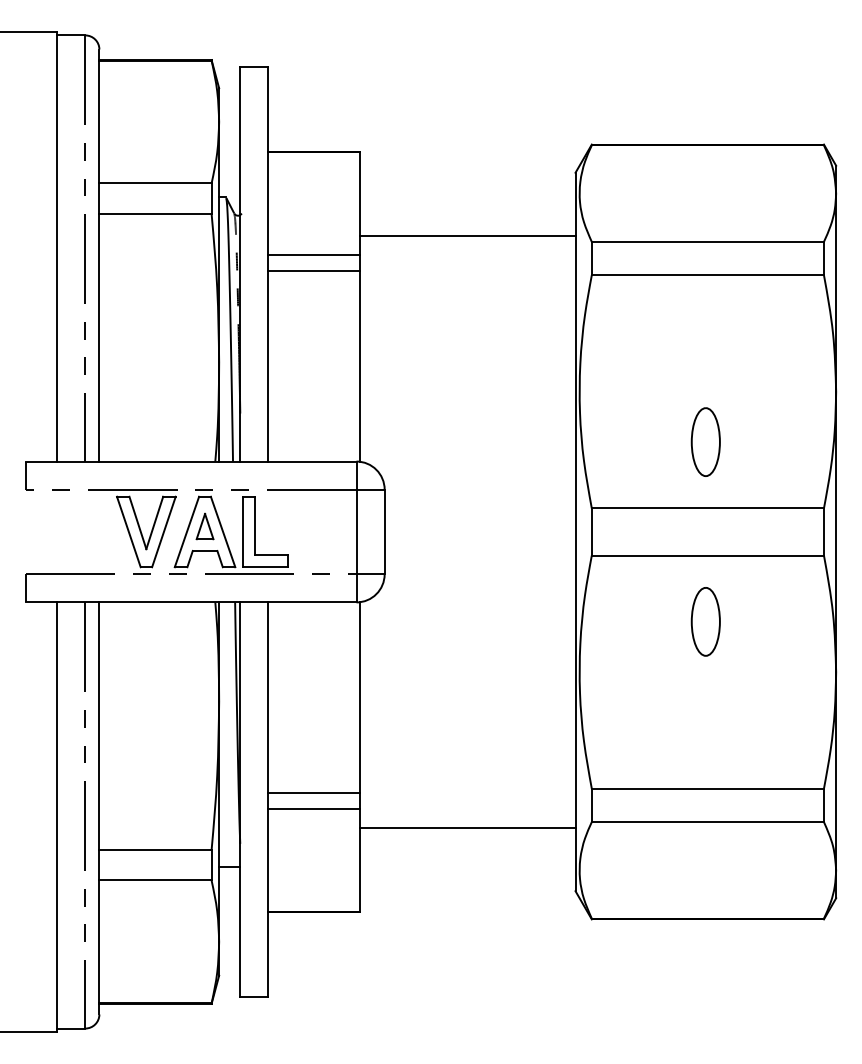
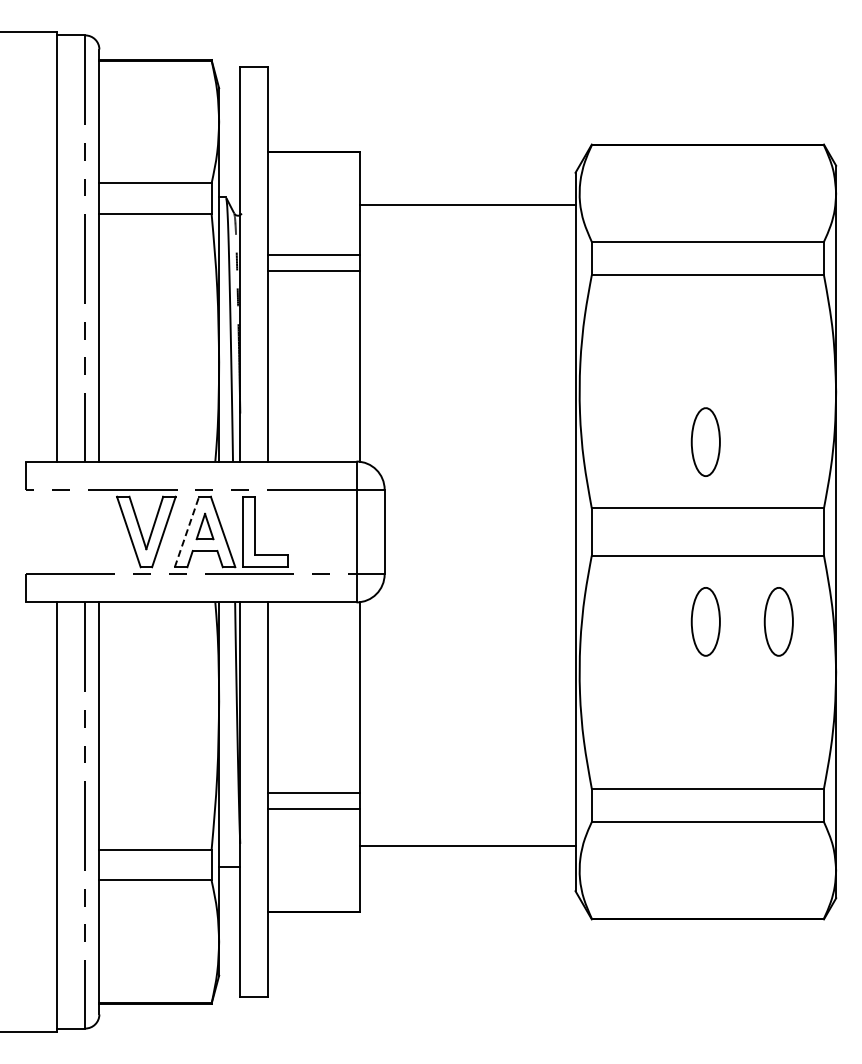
line at (467, 236) position: (467, 236) -> (467, 205)
line at (187, 531): solid -> dashed
part at (778, 621): none -> present
line at (467, 827) position: (467, 827) -> (467, 845)
